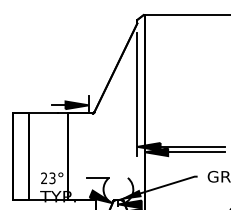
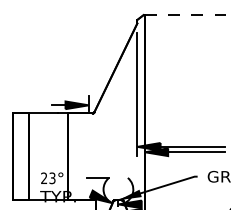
line at (187, 15): solid -> dashed
